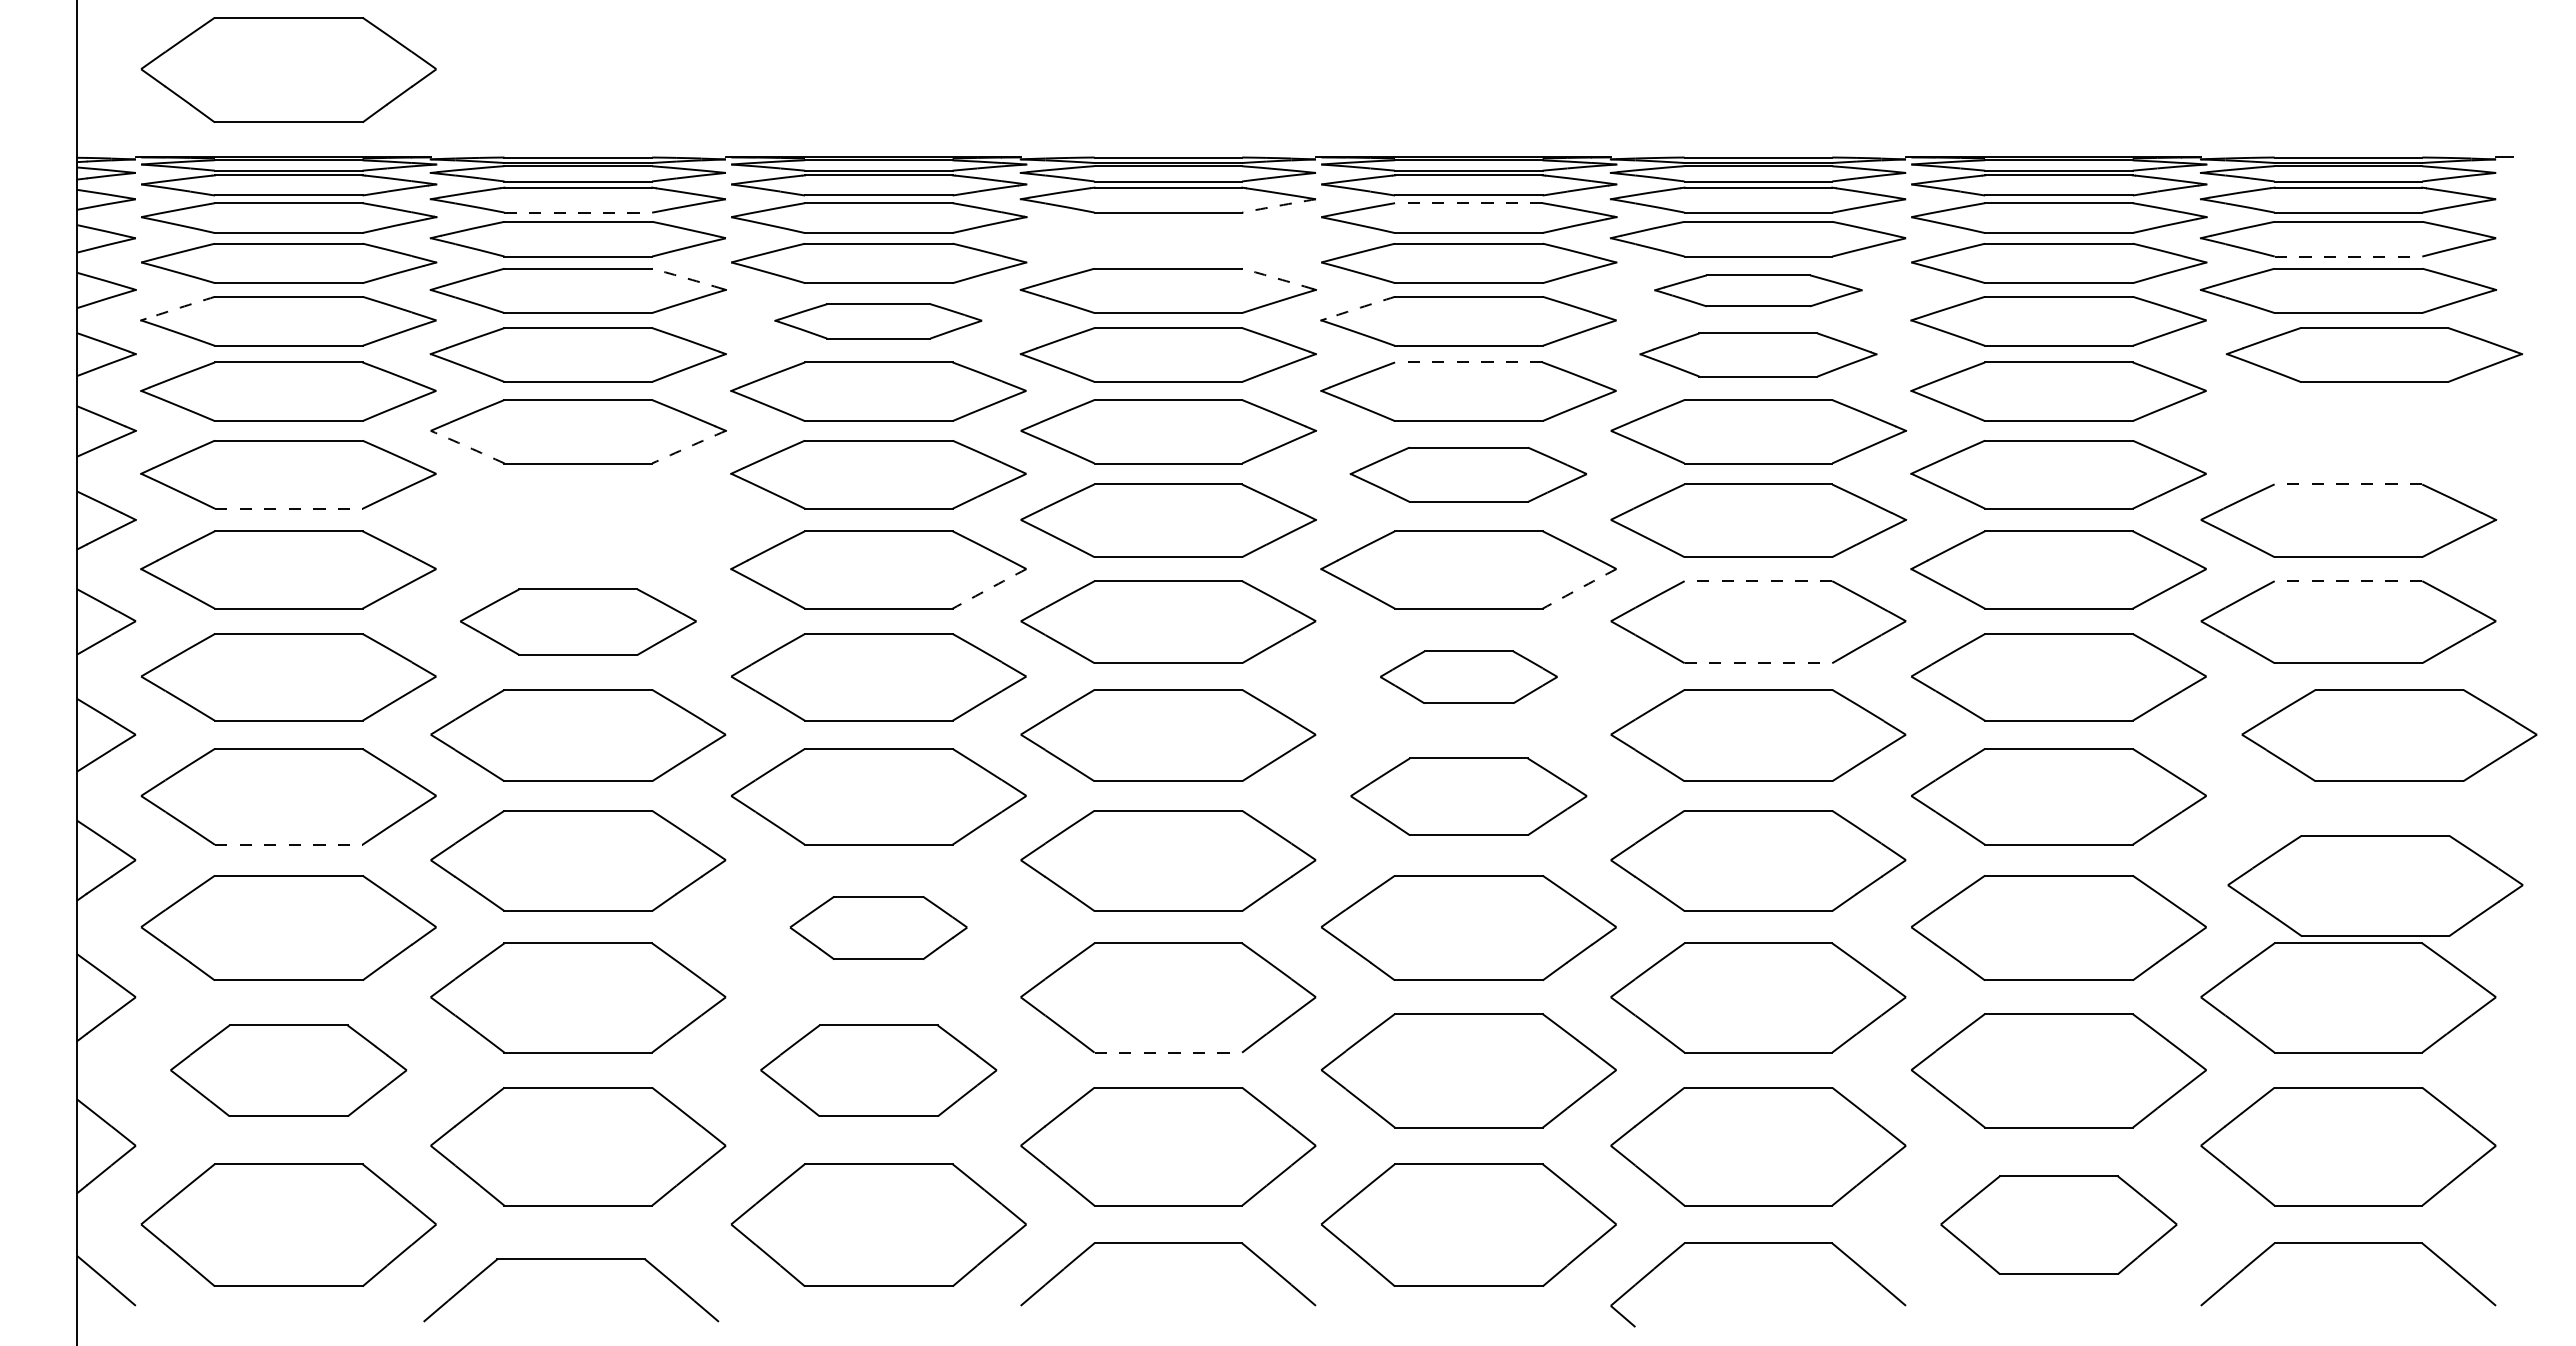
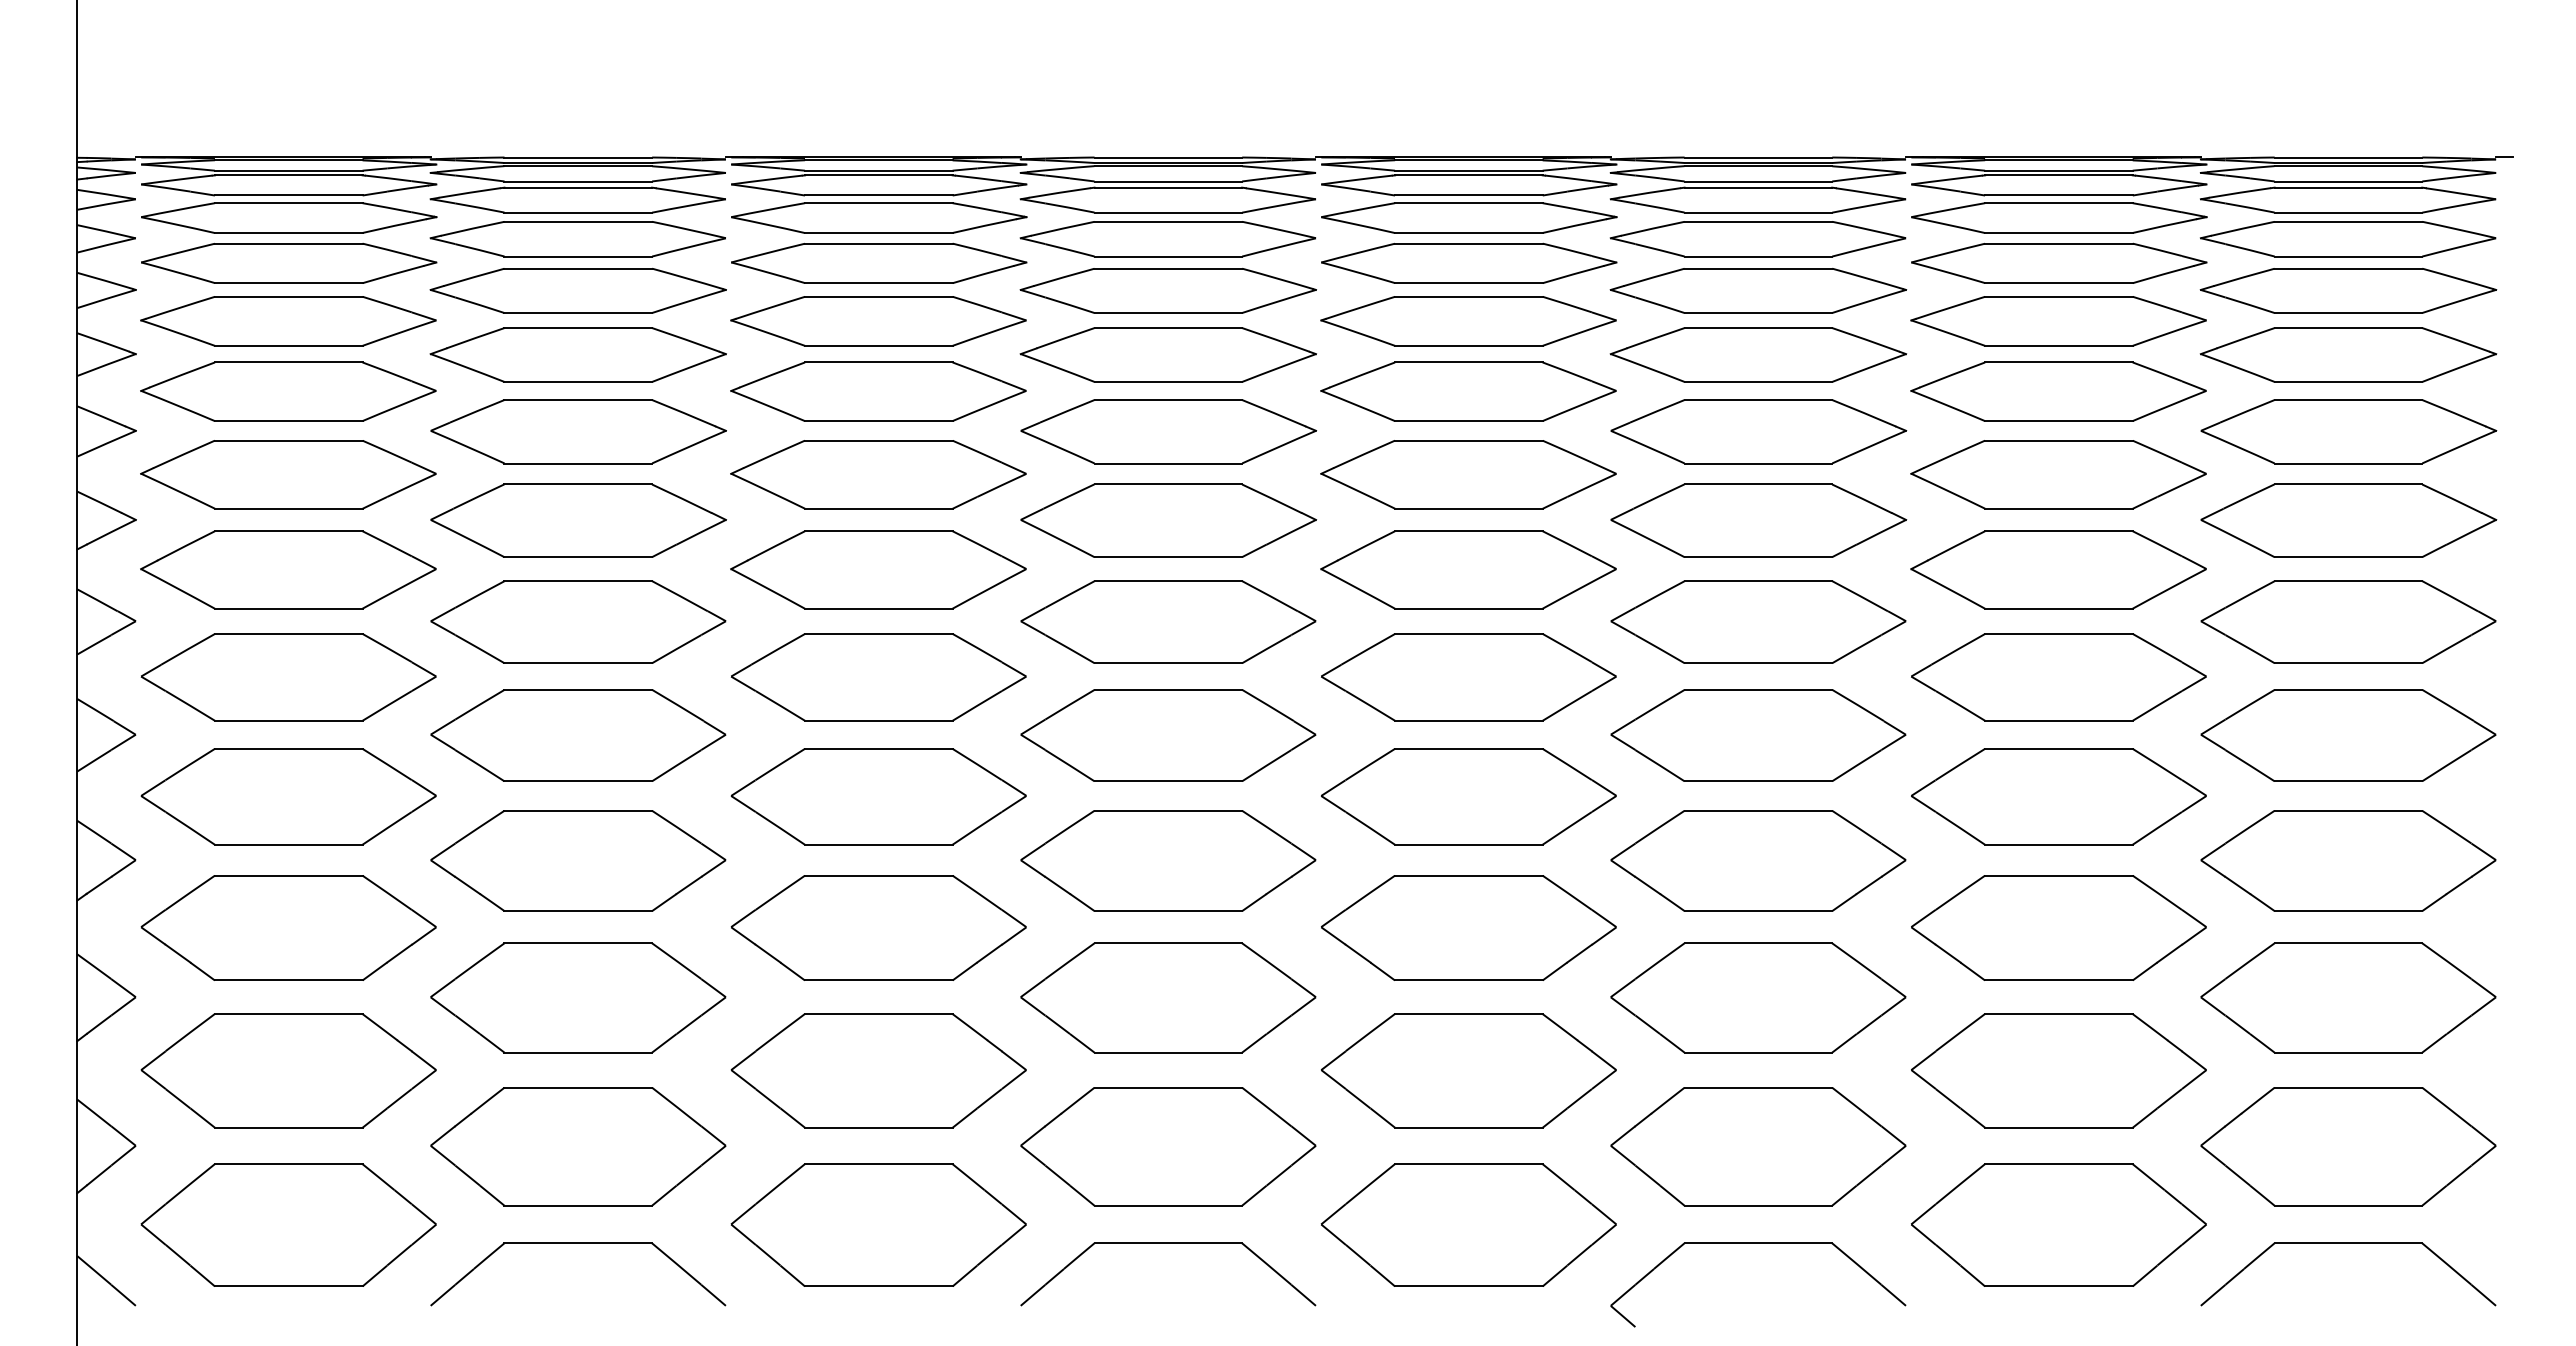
part at (288, 69): present -> none
line at (1468, 203): dashed -> solid
arc at (1279, 205): dashed -> solid
line at (578, 212): dashed -> solid
part at (1167, 239): none -> present
line at (2348, 256): dashed -> solid
arc at (687, 278): dashed -> solid
arc at (1277, 278): dashed -> solid
part at (1758, 290) size: 209x34 px -> 299x46 px
arc at (180, 307): dashed -> solid
arc at (1360, 307): dashed -> solid
part at (878, 321) size: 209x37 px -> 297x51 px
part at (1758, 354) size: 239x46 px -> 299x56 px
part at (2374, 354) position: (2374, 354) -> (2348, 354)
line at (1468, 362): dashed -> solid
part at (2348, 431): none -> present
arc at (467, 446): dashed -> solid
arc at (688, 446): dashed -> solid
part at (1467, 474) size: 238x57 px -> 297x70 px
line at (2348, 484): dashed -> solid
line at (288, 508): dashed -> solid
part at (578, 520): none -> present
line at (1758, 581): dashed -> solid
line at (2348, 581): dashed -> solid
arc at (989, 588): dashed -> solid
arc at (1579, 588): dashed -> solid
part at (578, 621) size: 237x68 px -> 297x84 px
line at (1758, 663): dashed -> solid
part at (1468, 676) size: 178x54 px -> 296x89 px
part at (2389, 735) position: (2389, 735) -> (2348, 735)
part at (1468, 796) size: 238x79 px -> 296x98 px
line at (288, 844): dashed -> solid
part at (2375, 885) position: (2375, 885) -> (2348, 860)
part at (878, 927) size: 179x64 px -> 297x106 px
line at (1168, 1052): dashed -> solid
part at (288, 1070) size: 238x93 px -> 297x116 px
part at (878, 1070) size: 238x93 px -> 297x116 px
part at (2058, 1224) size: 238x100 px -> 296x124 px
part at (571, 1259) position: (571, 1259) -> (578, 1243)
